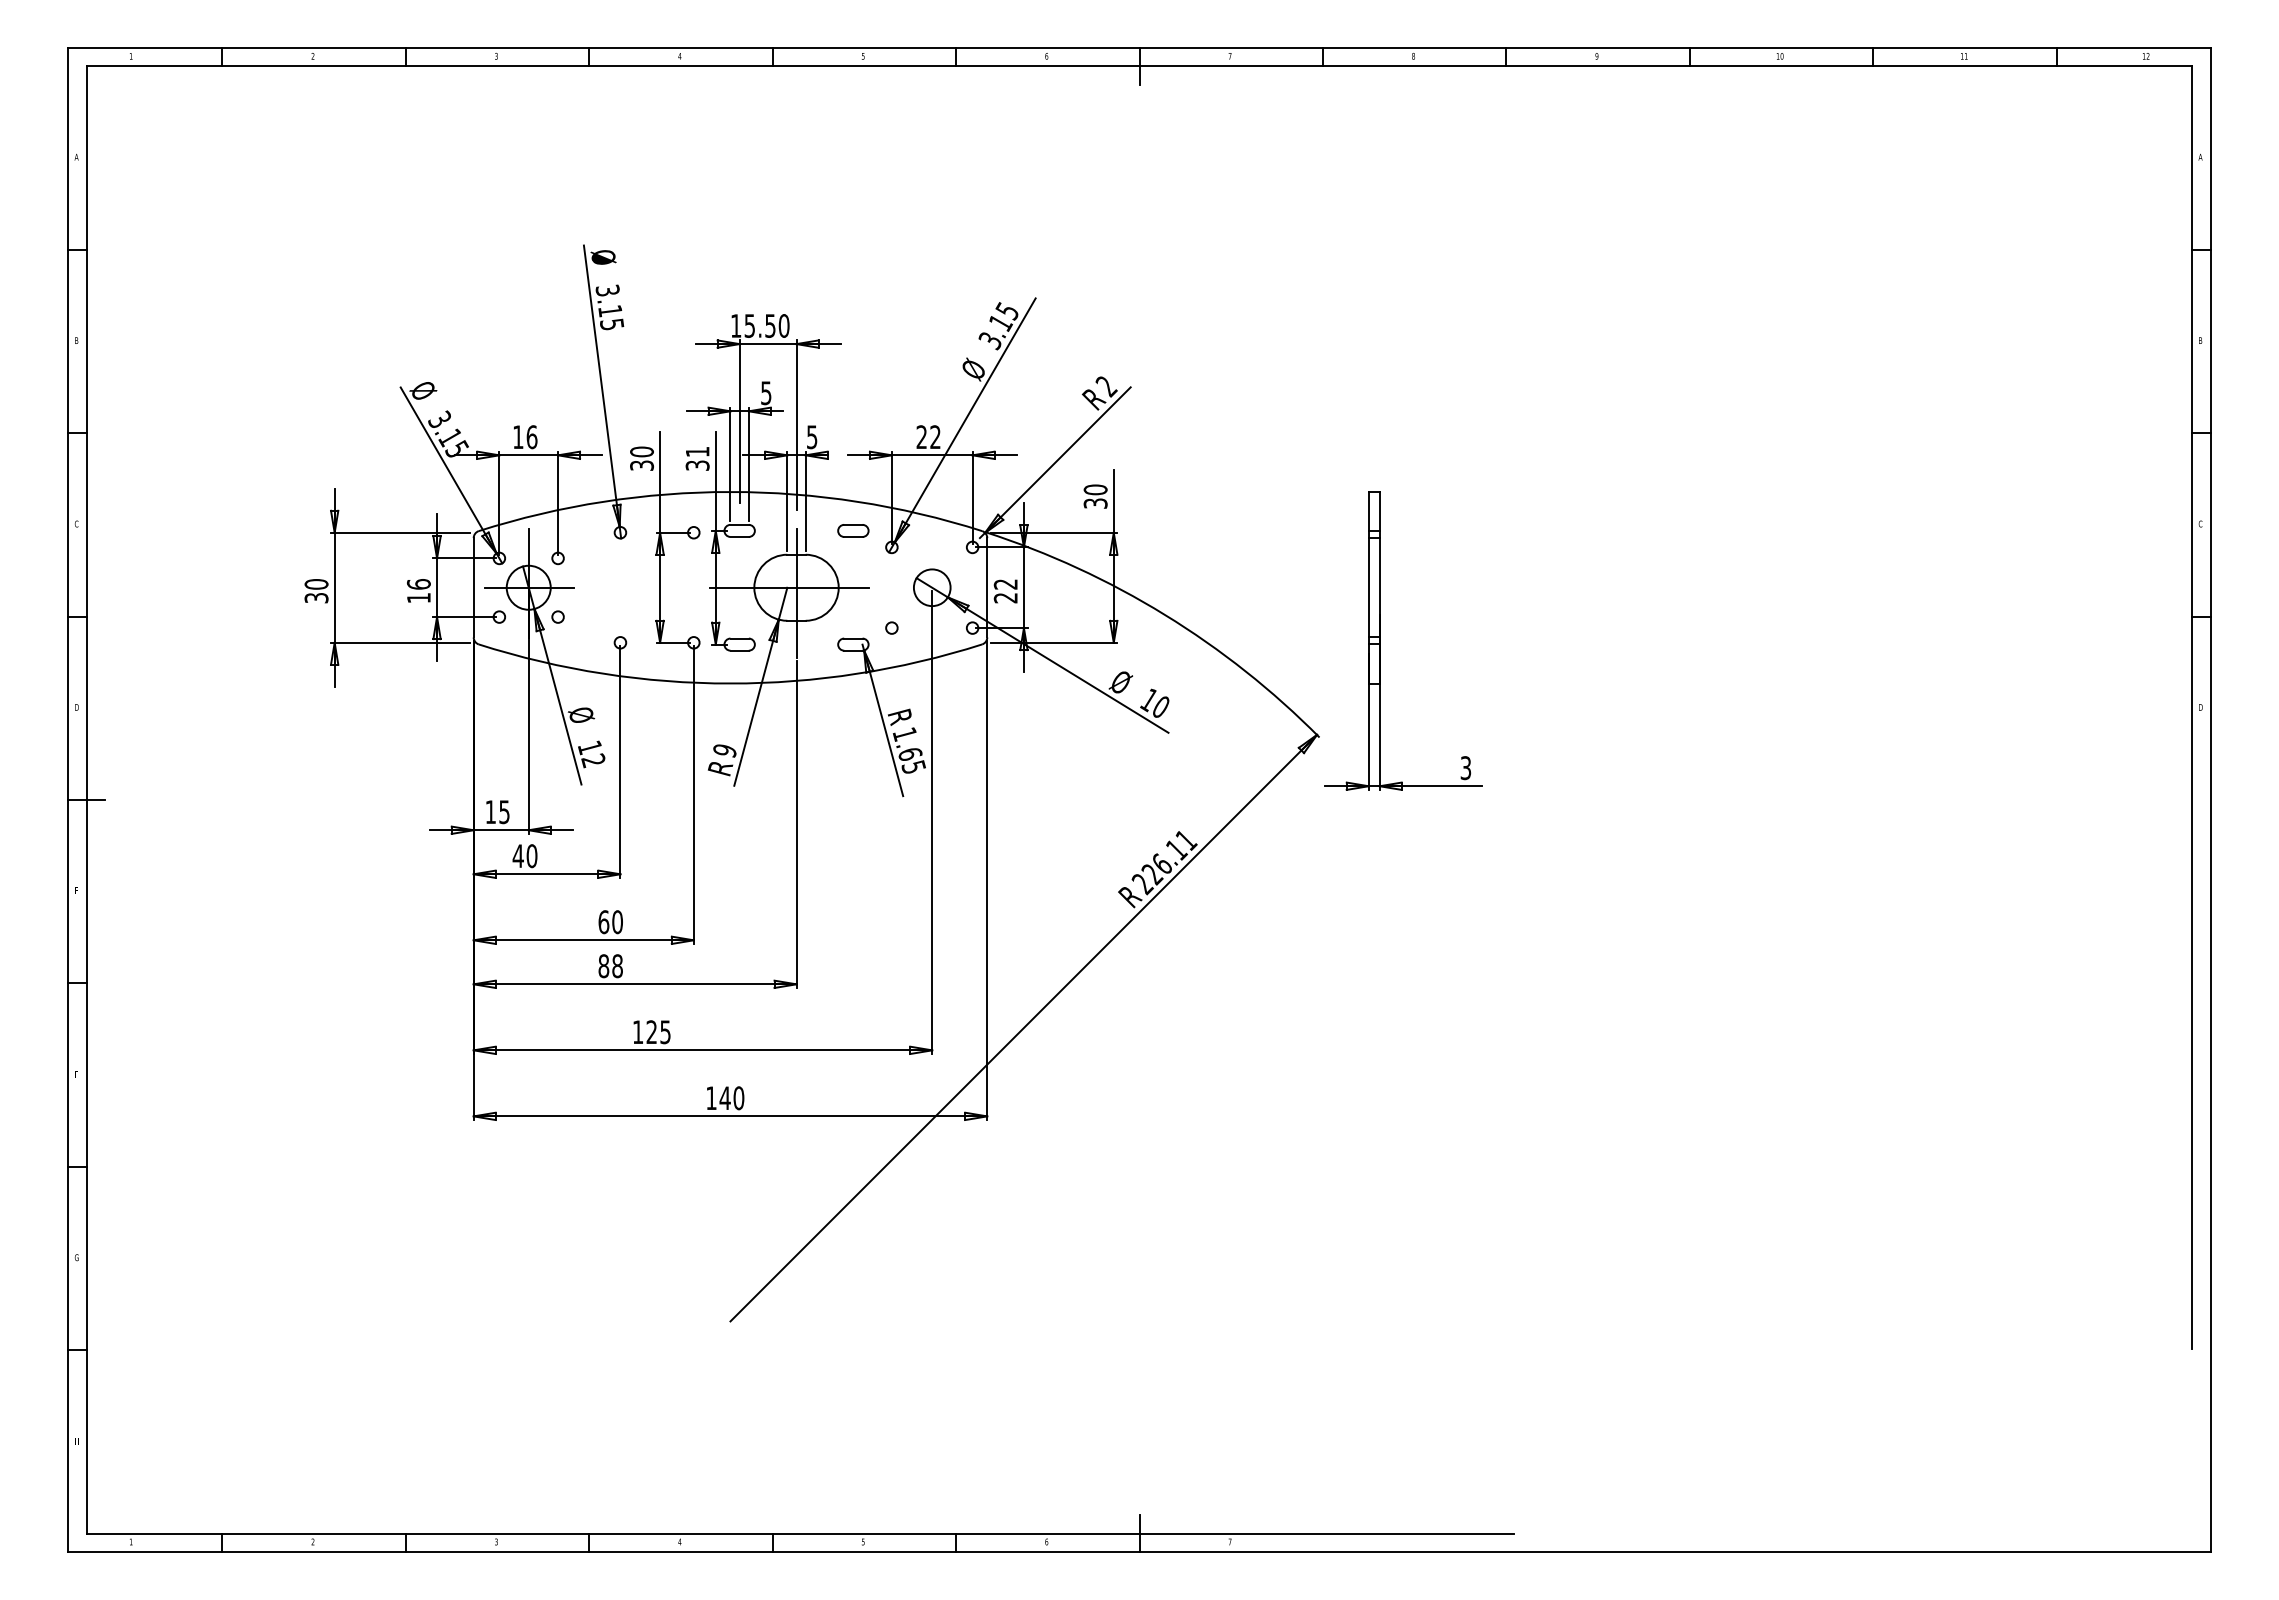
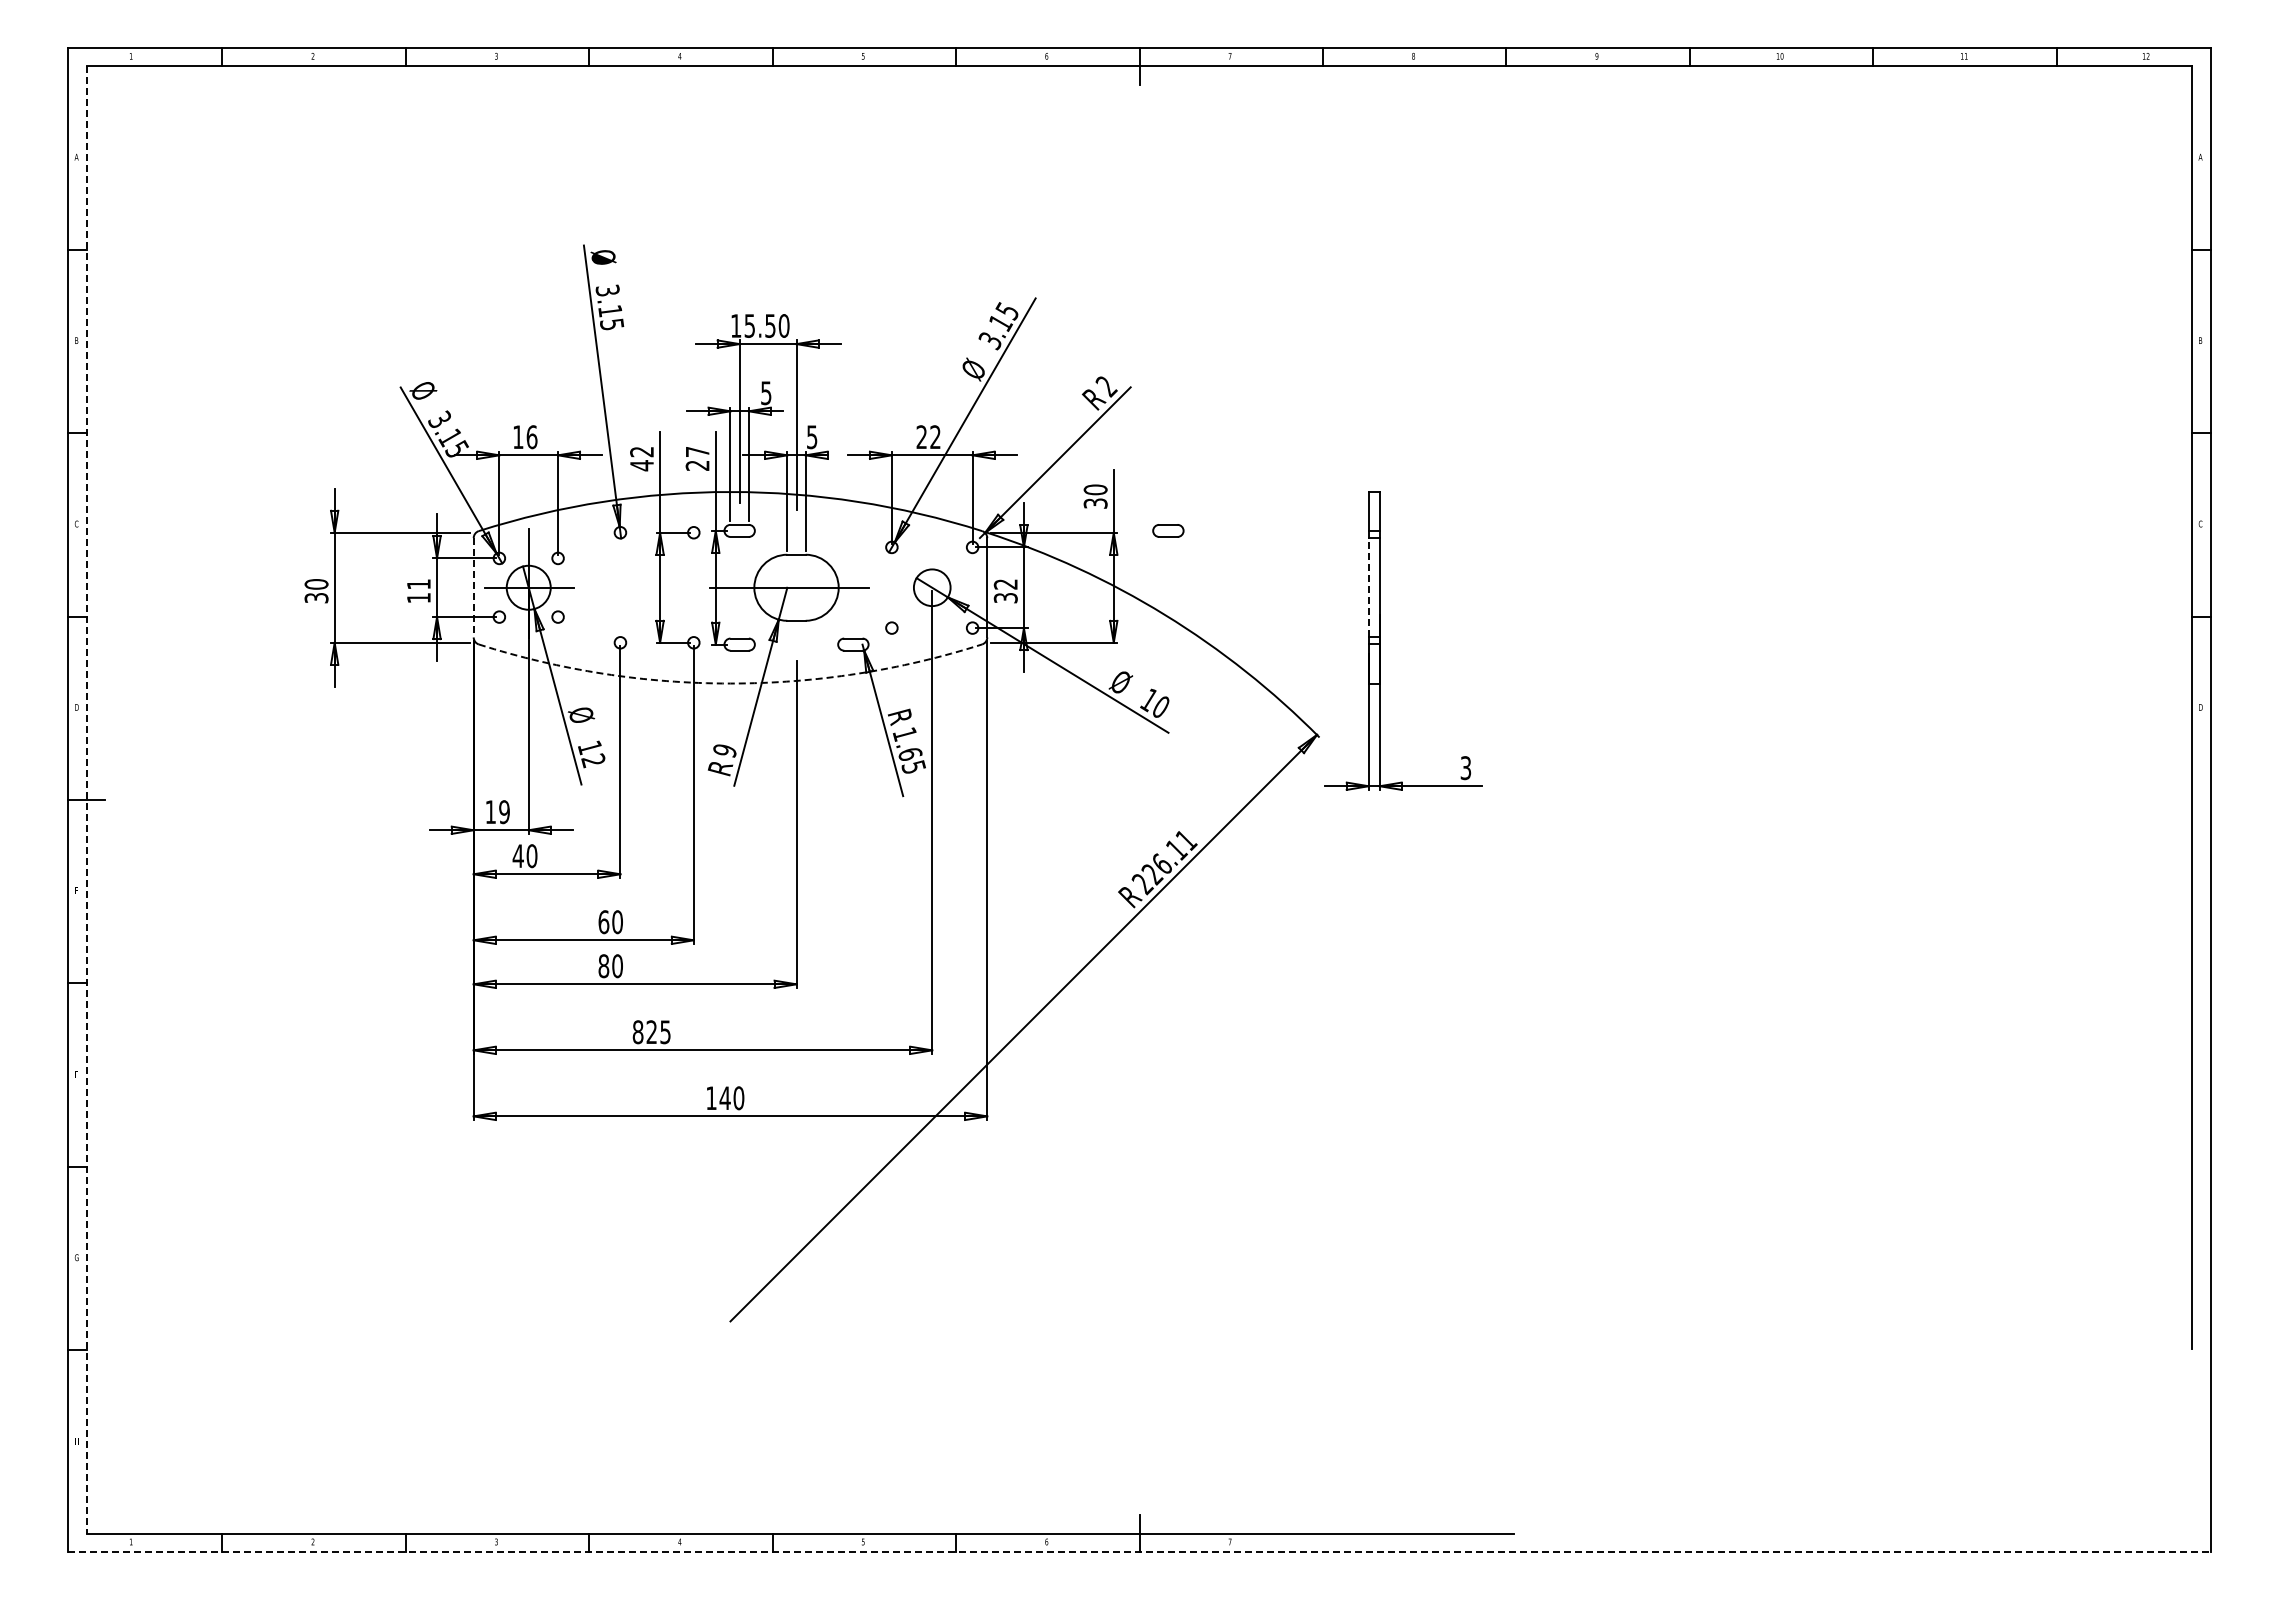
text at (642, 458): 30 -> 42
text at (697, 458): 31 -> 27
part at (853, 530) position: (853, 530) -> (1168, 530)
text at (418, 584): 16 -> 11
line at (473, 587): solid -> dashed
line at (1368, 587): solid -> dashed
line at (796, 592): present -> none
text at (1005, 598): 22 -> 32
arc at (730, 683): solid -> dashed
line at (86, 800): solid -> dashed
text at (504, 811): 15 -> 19
text at (617, 965): 88 -> 80
text at (637, 1032): 125 -> 825
line at (1139, 1551): solid -> dashed
